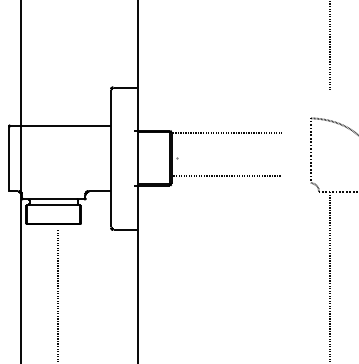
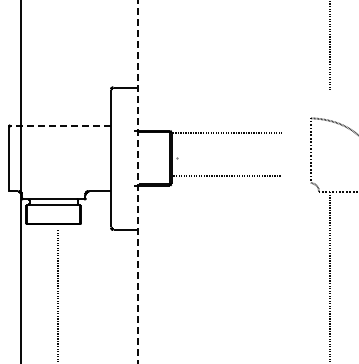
line at (60, 125): solid -> dashed
line at (138, 181): solid -> dashed
